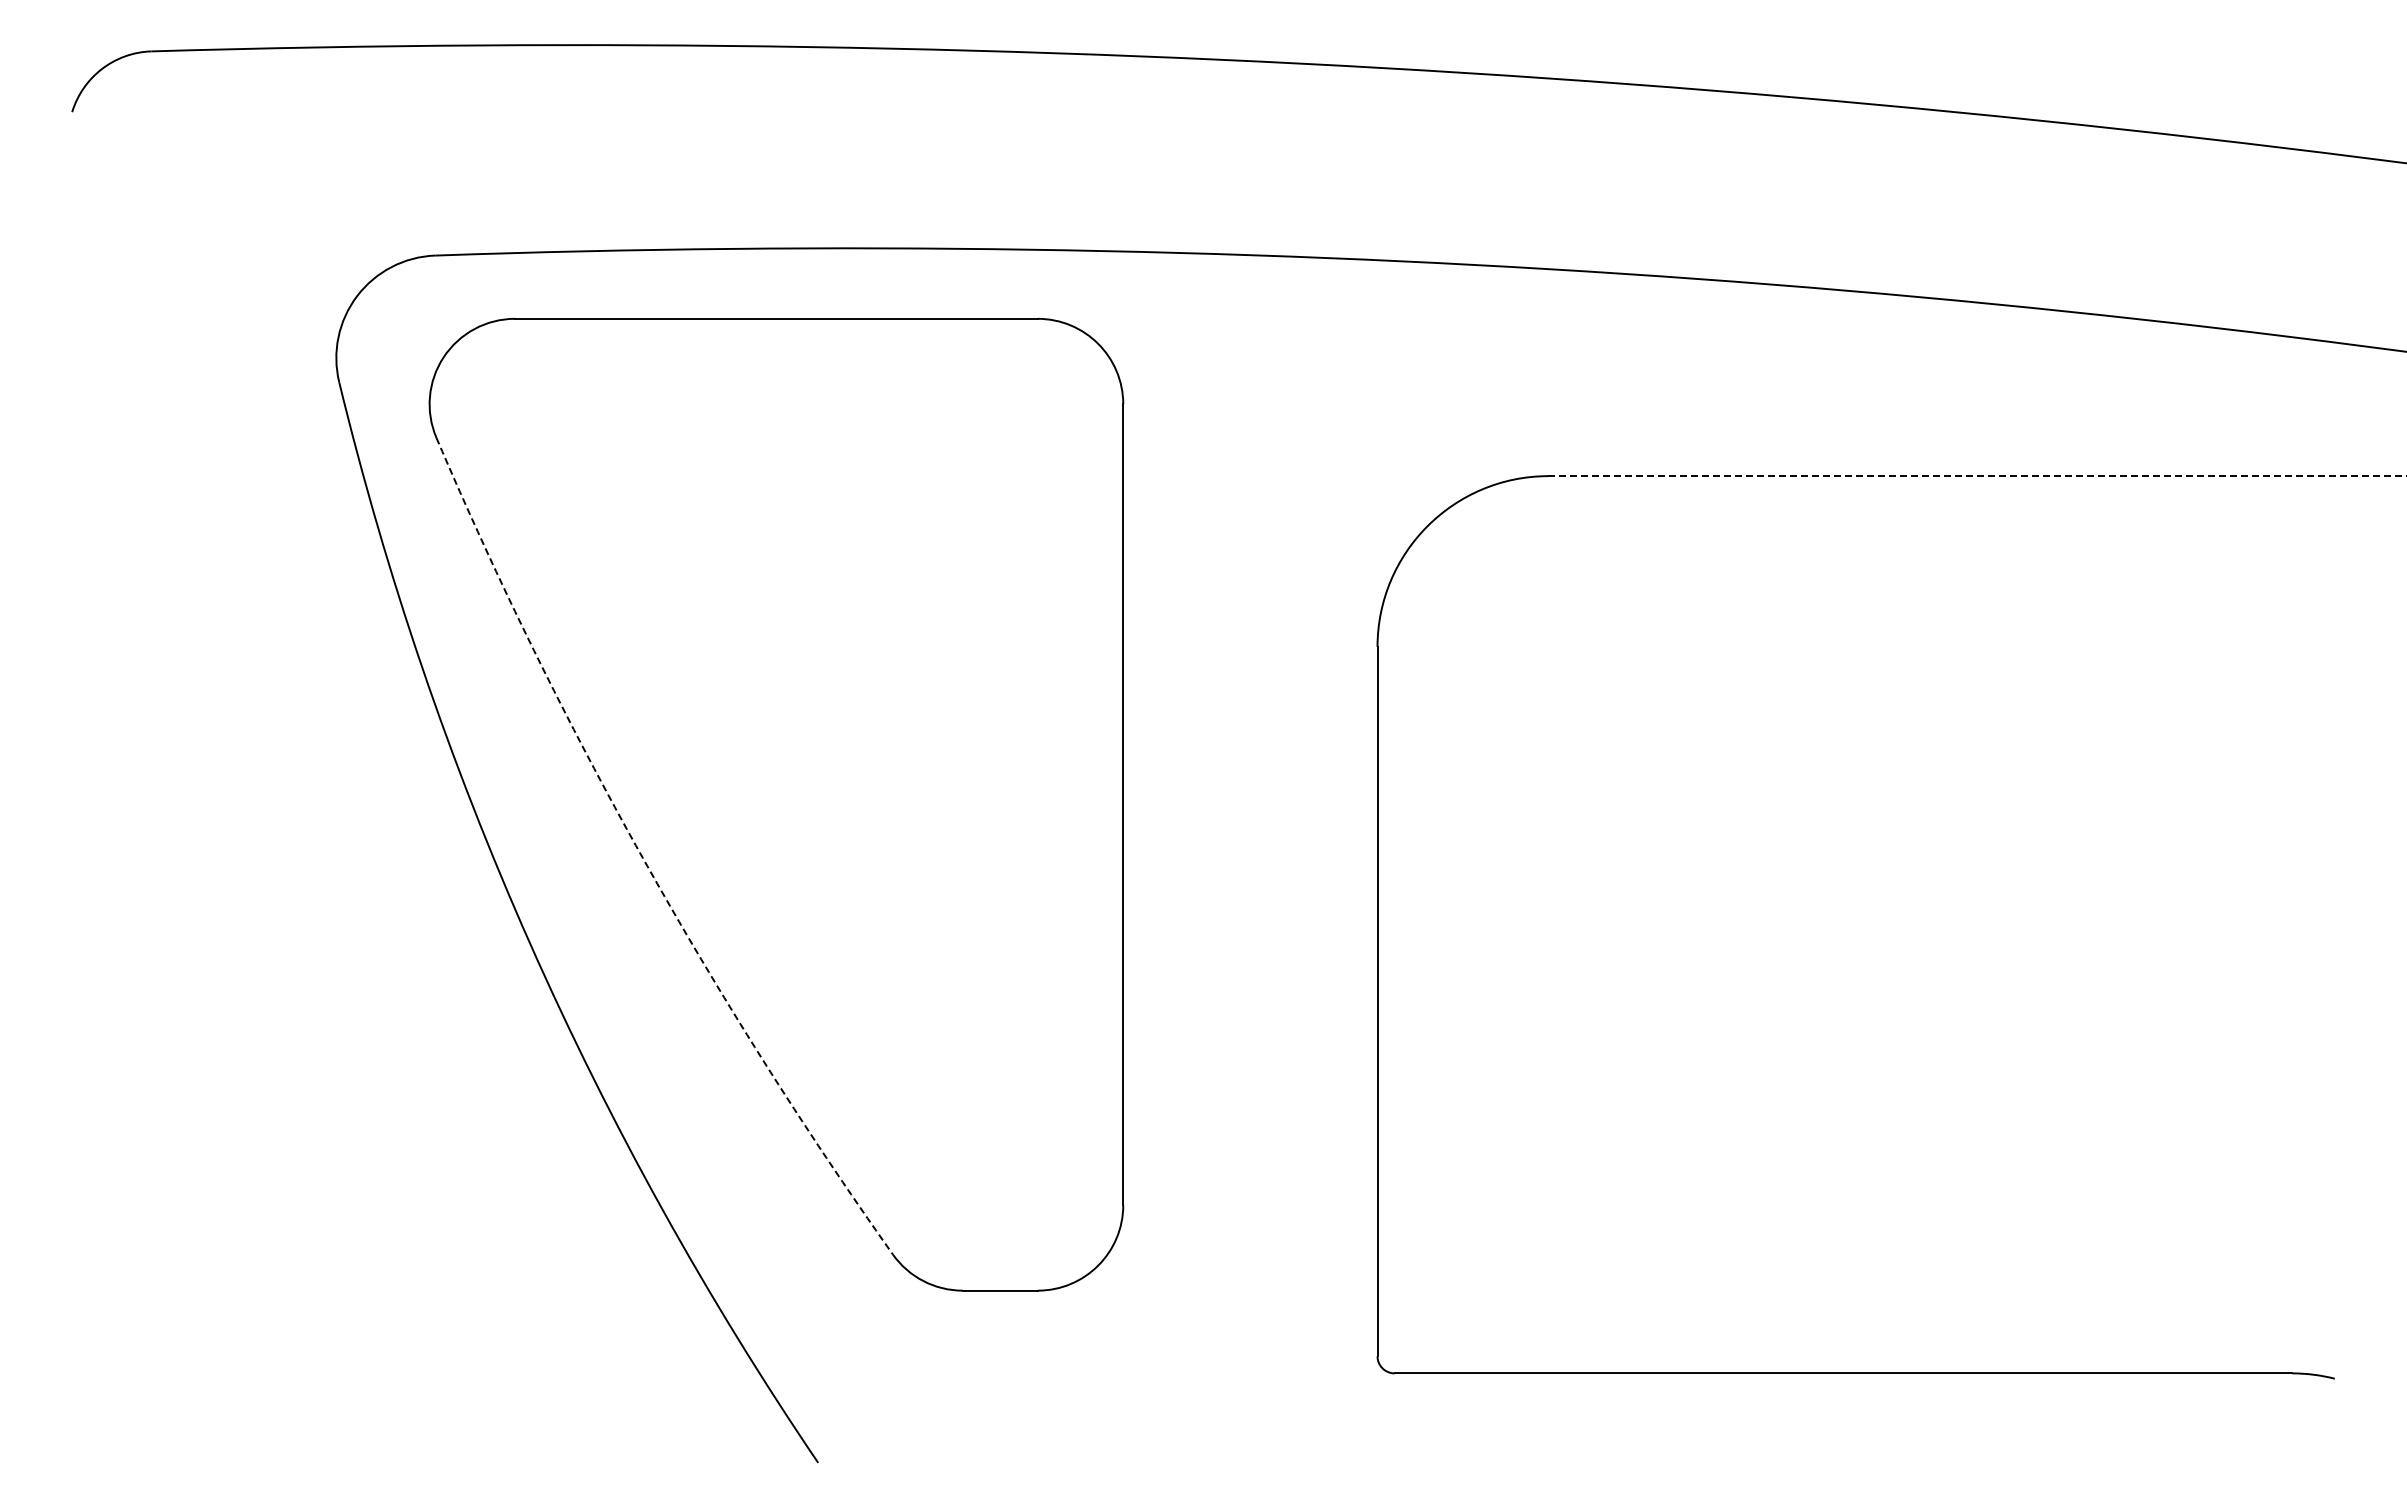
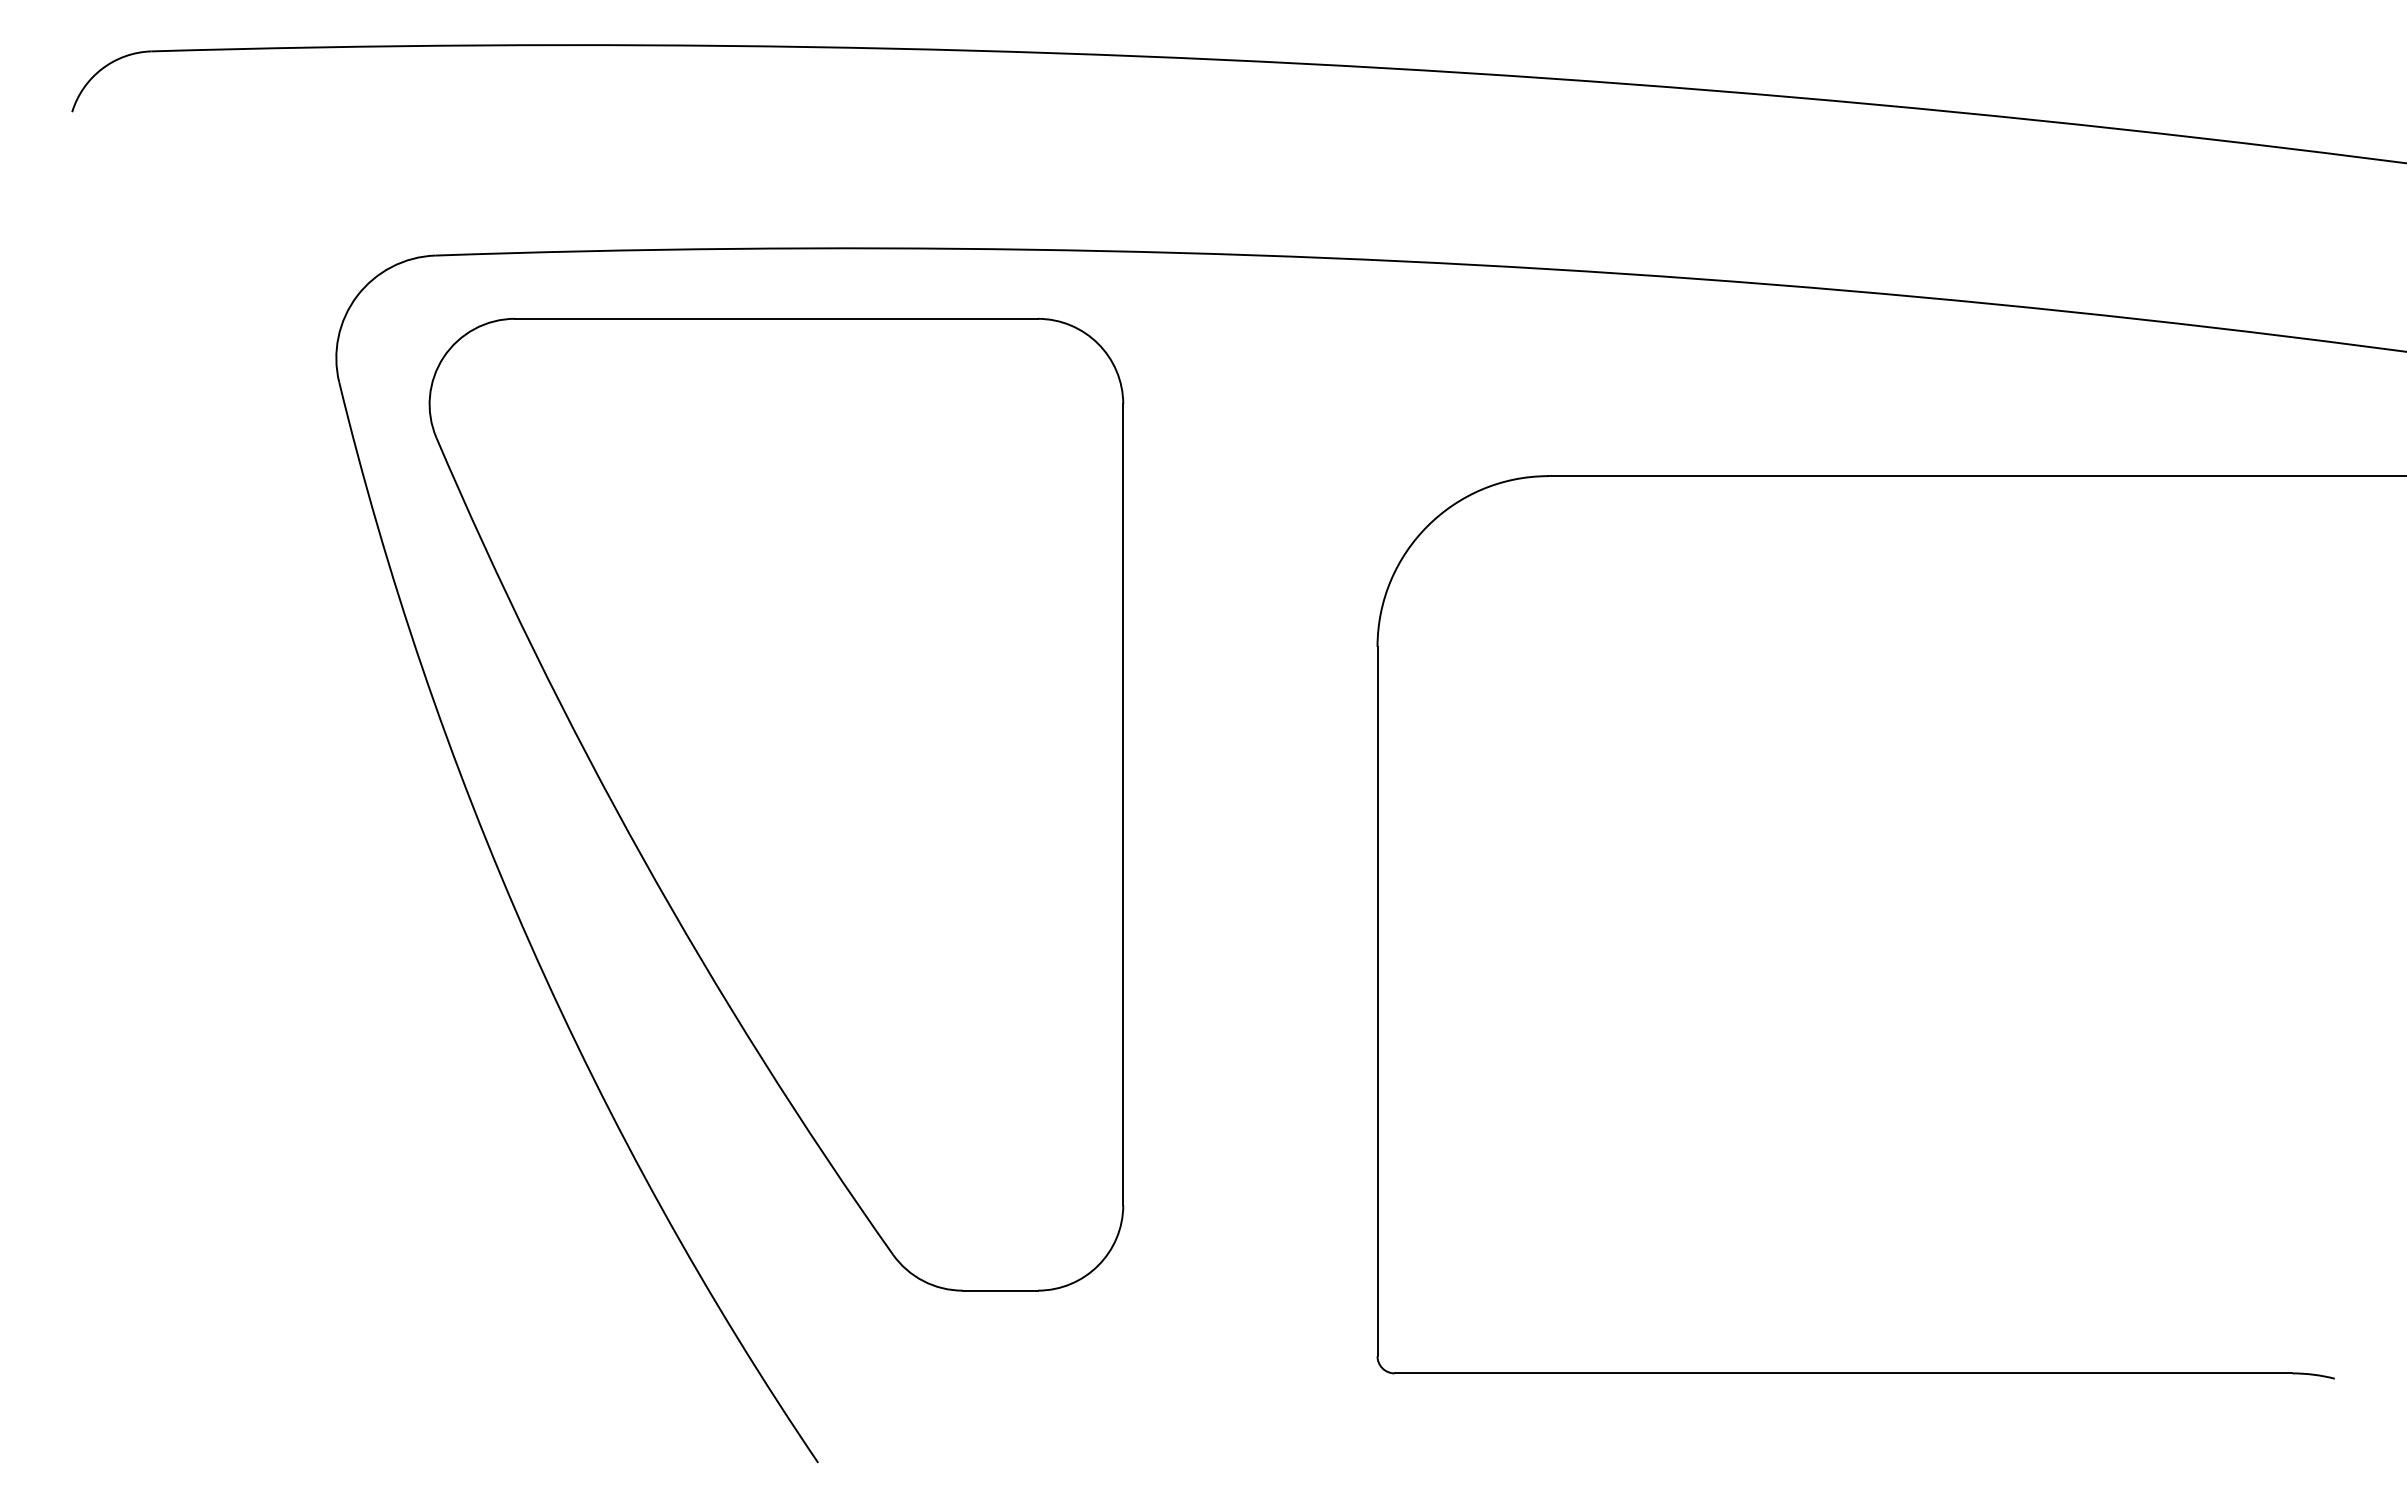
line at (1977, 476): dashed -> solid
arc at (643, 858): dashed -> solid
